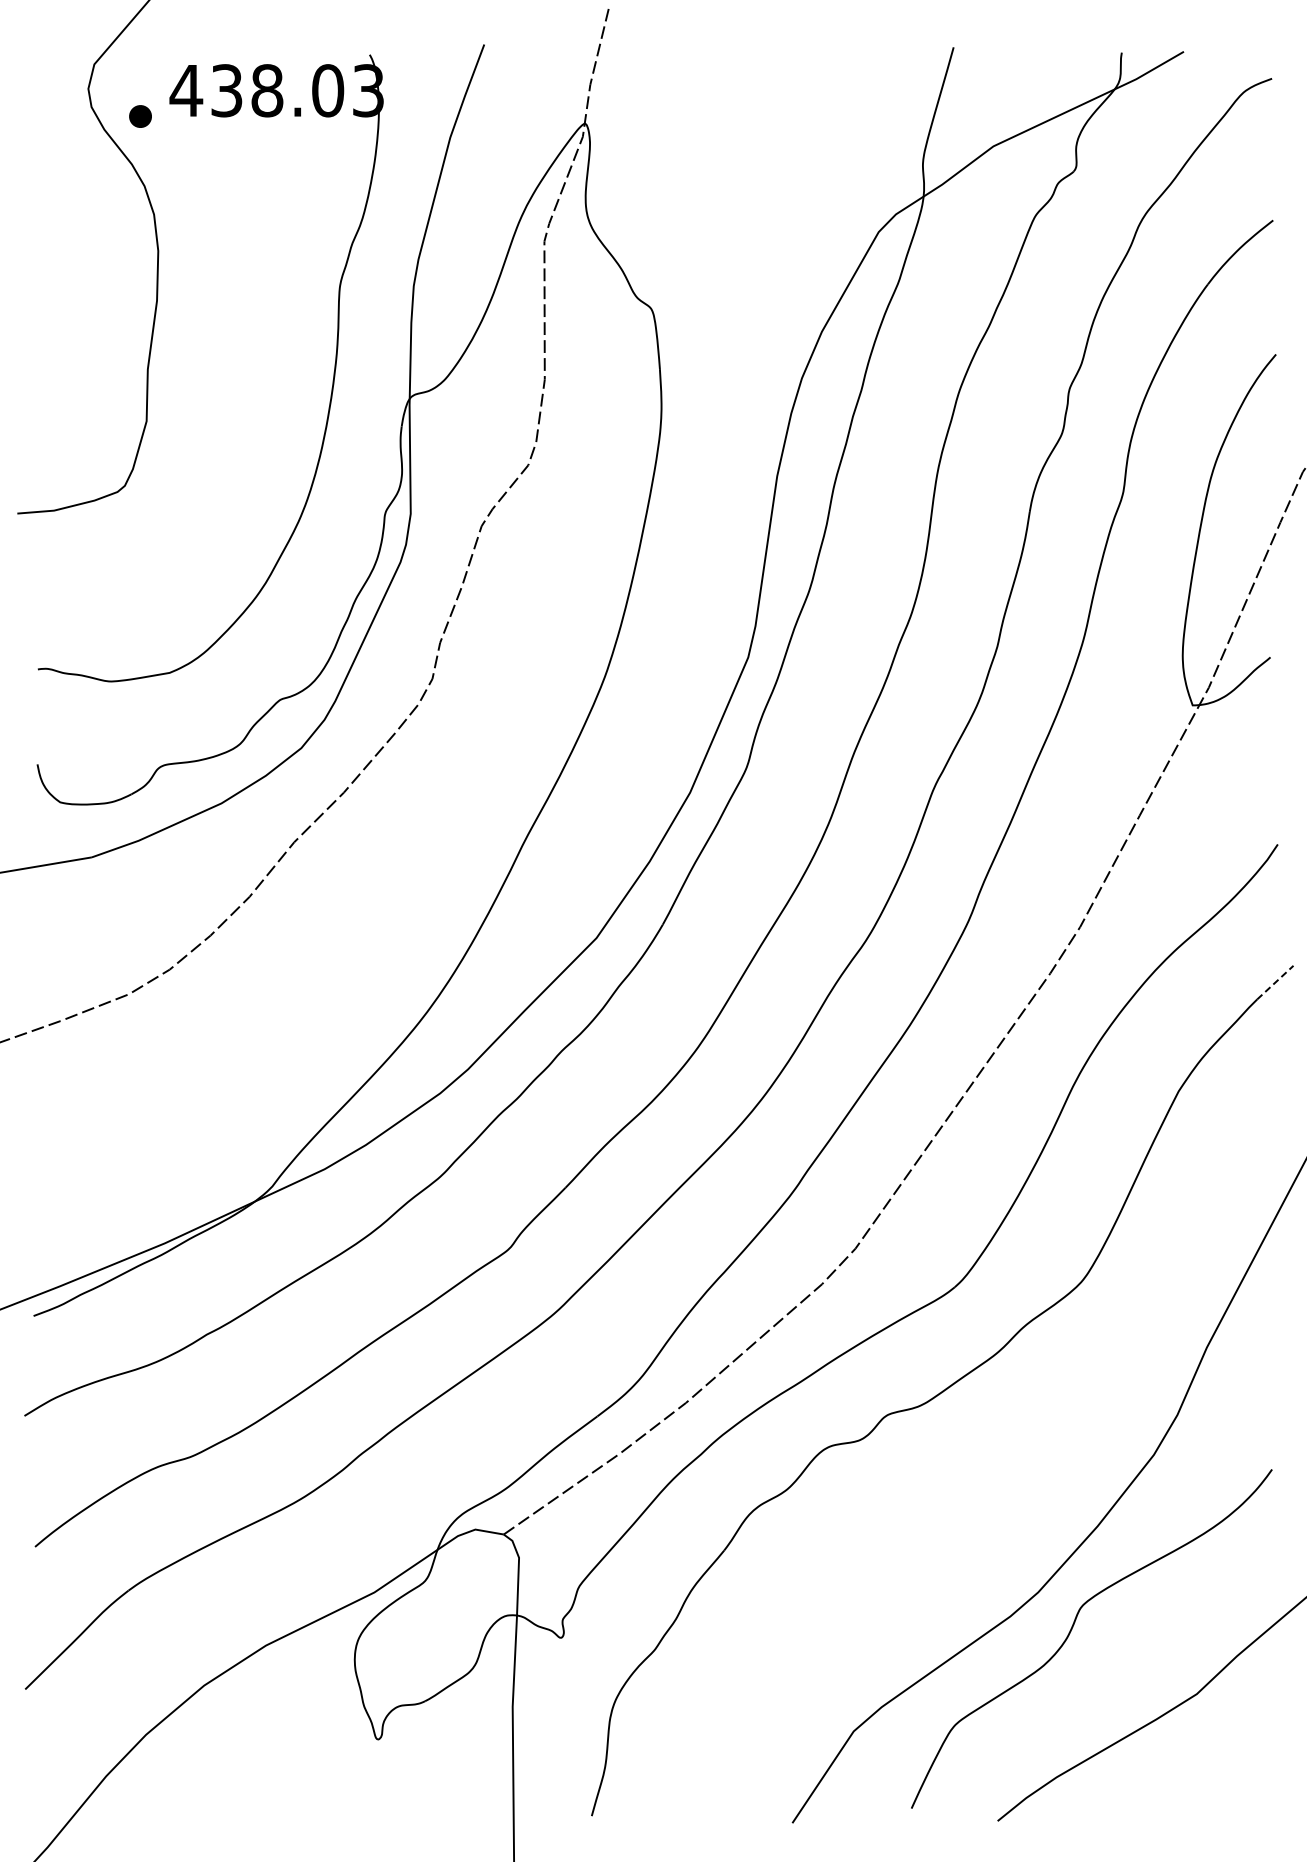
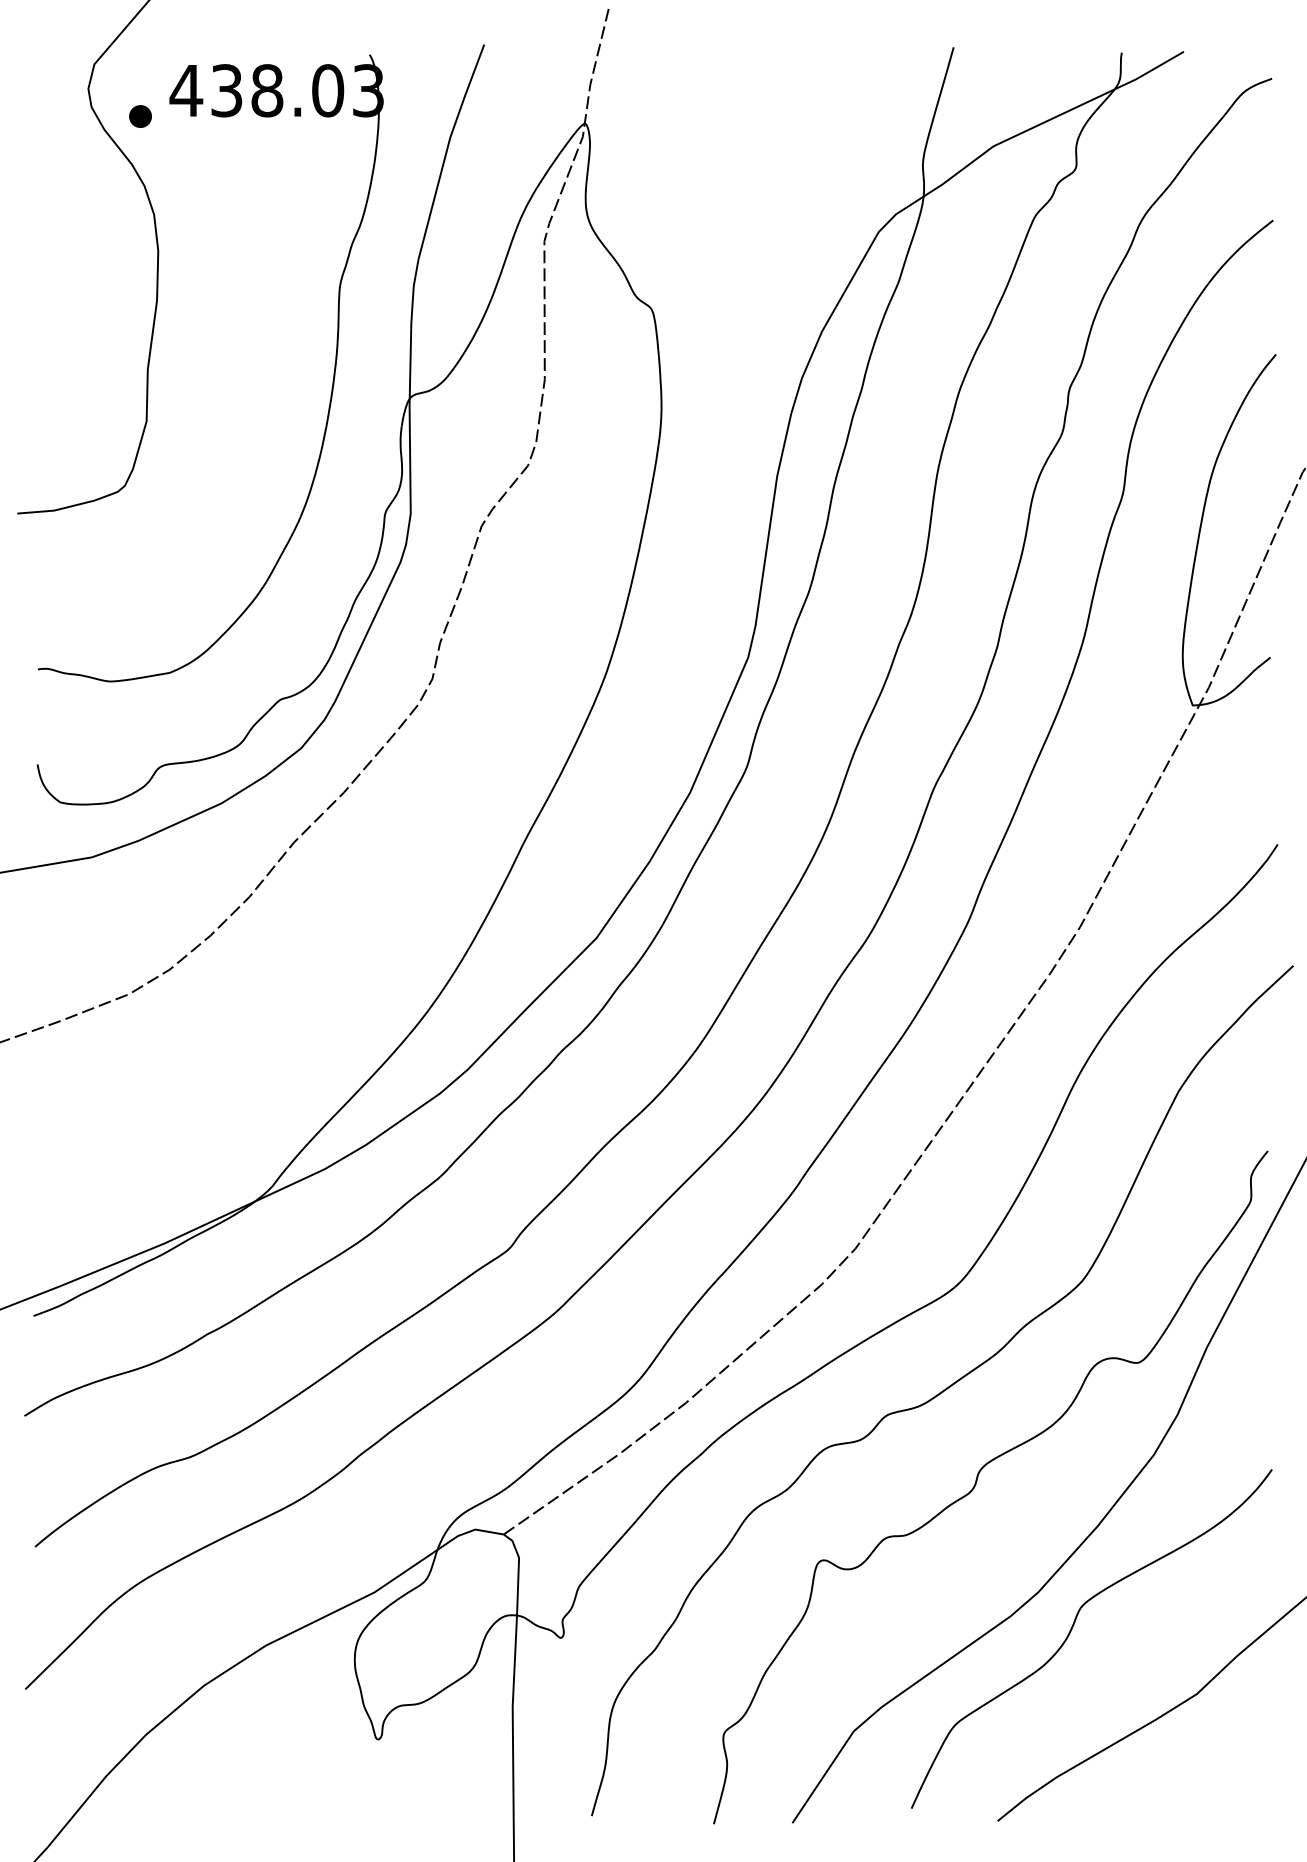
line at (1275, 982): dashed -> solid
part at (977, 1481): none -> present
